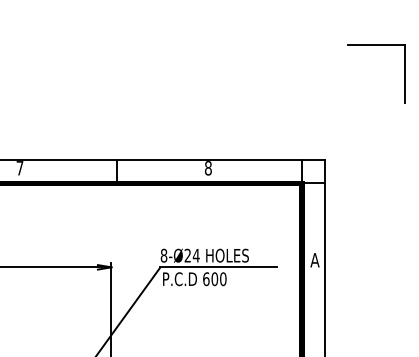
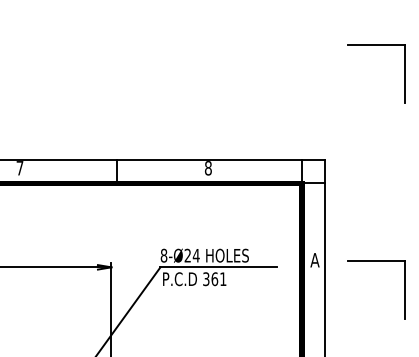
part at (376, 261): none -> present
text at (214, 279): 600 -> 361
